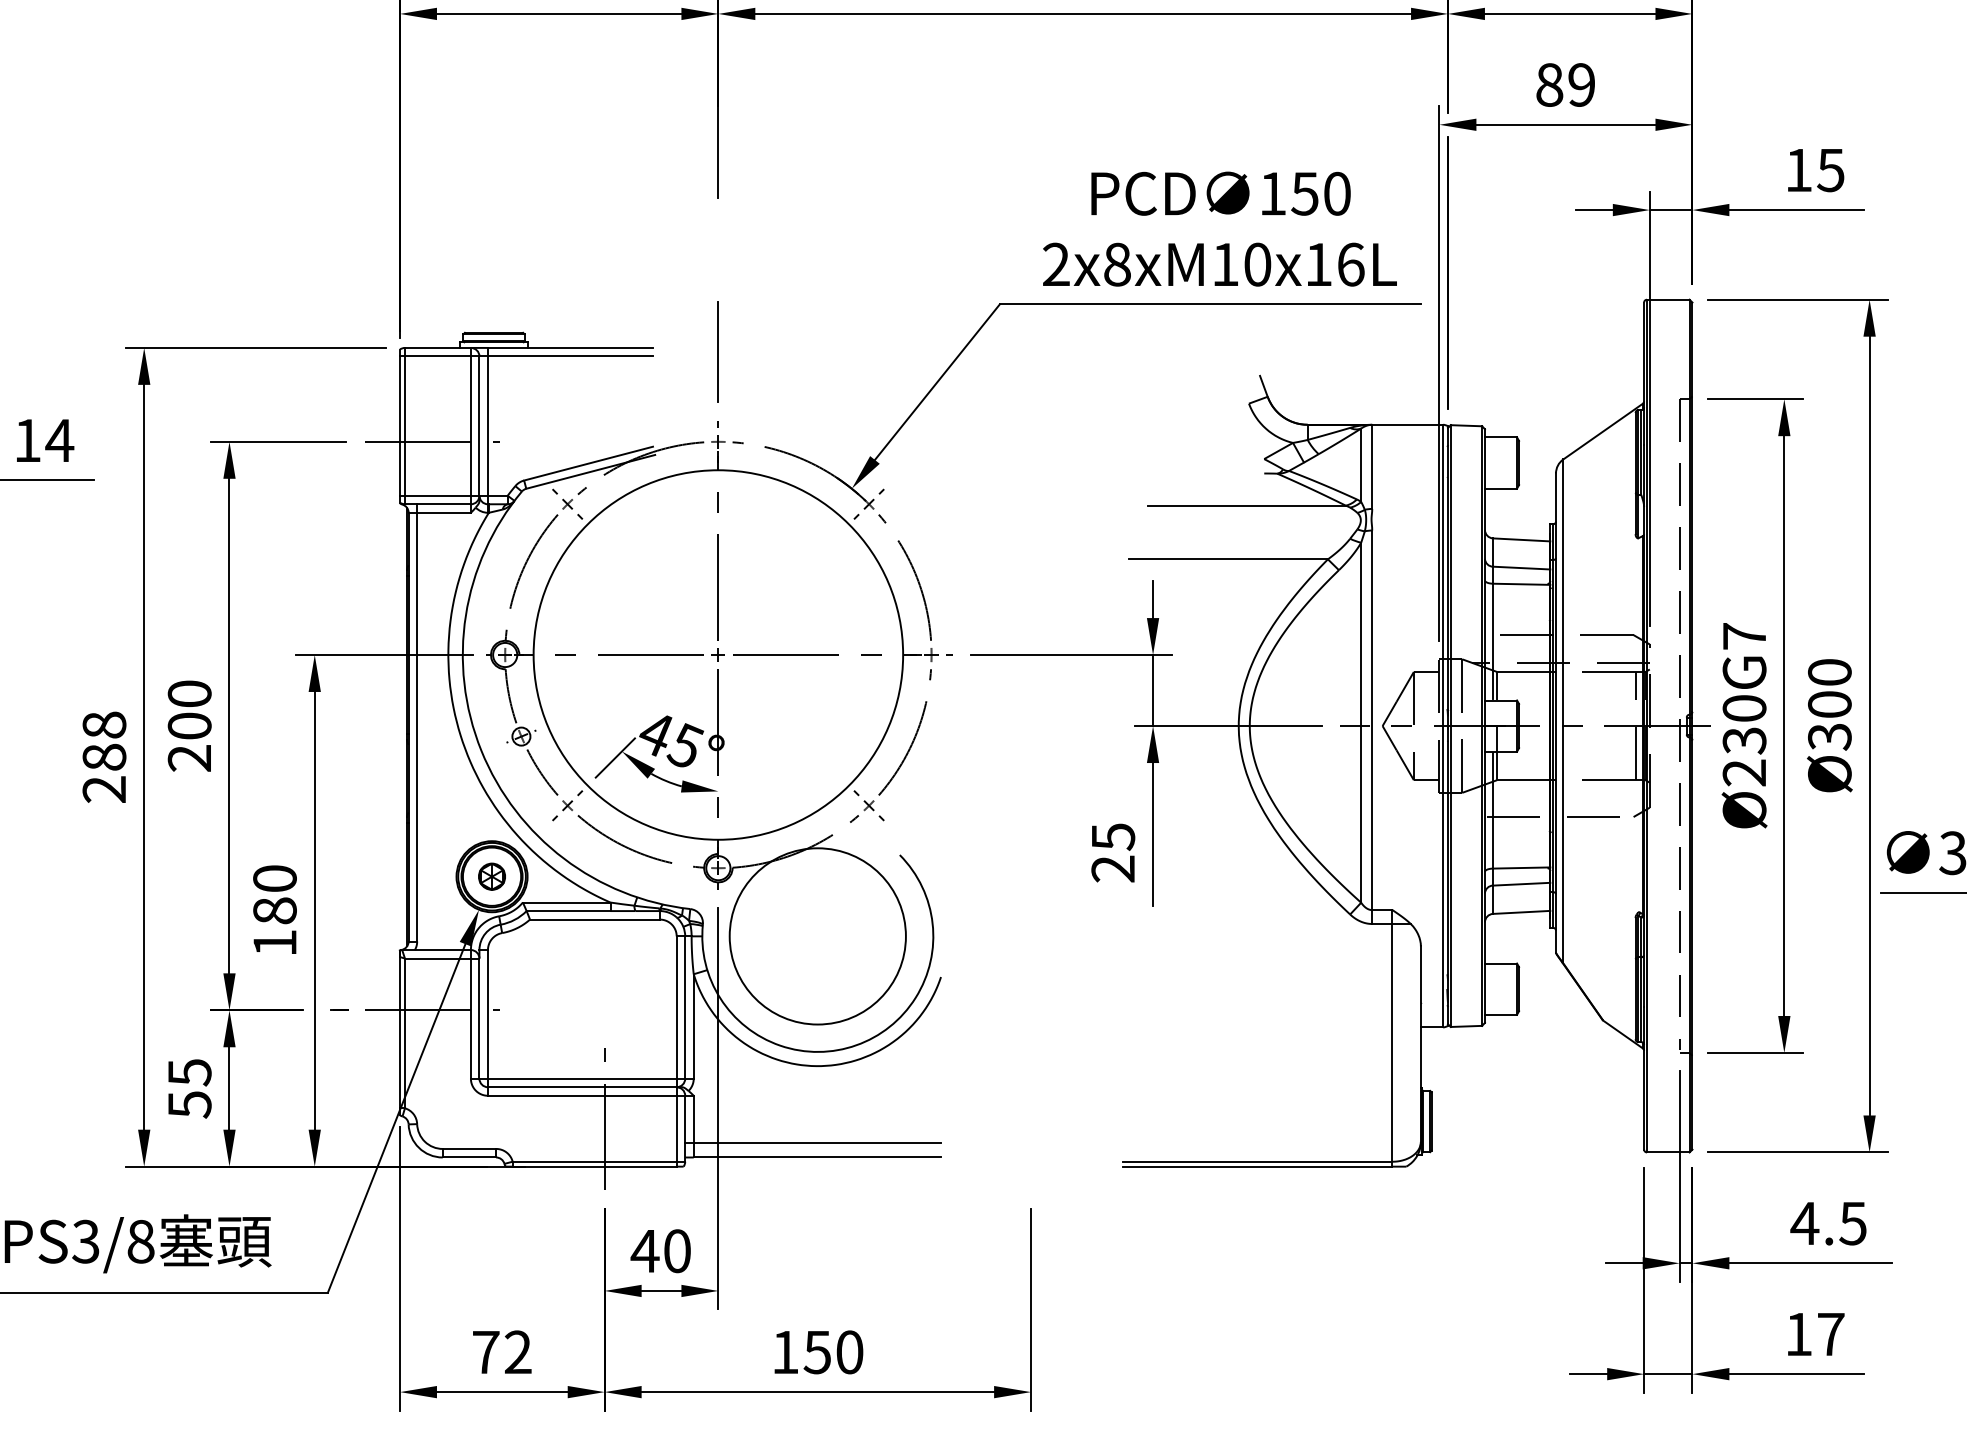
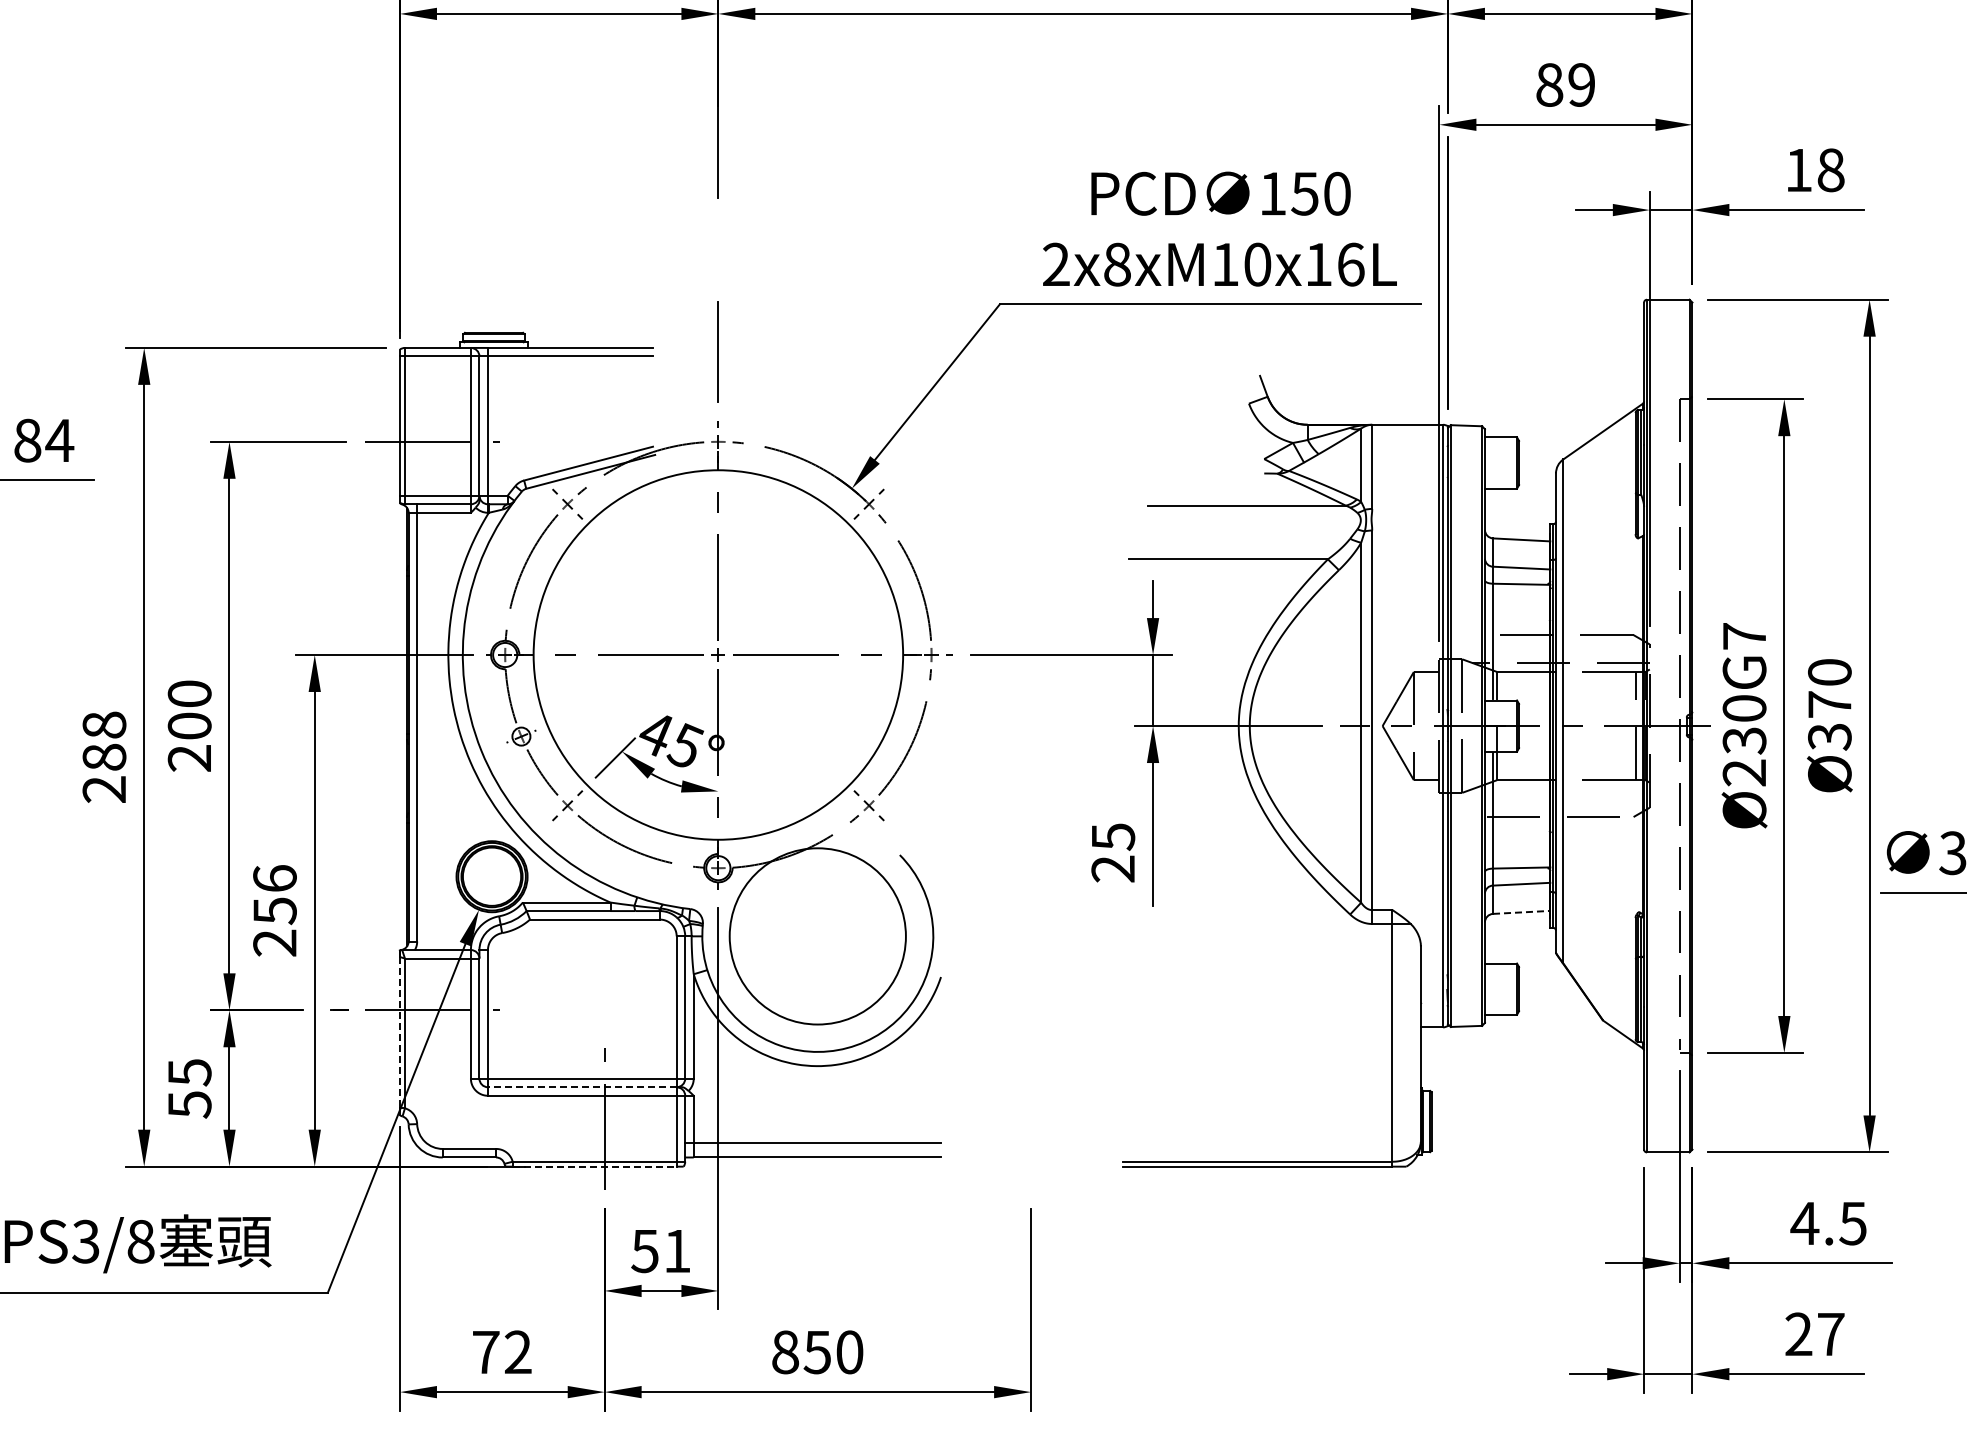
text at (1830, 170): 15 -> 18
text at (27, 440): 14 -> 84
text at (1829, 704): Ø300 -> Ø370
part at (491, 876): present -> none
text at (274, 910): 180 -> 256
line at (1521, 912): solid -> dashed
line at (400, 1032): solid -> dashed
line at (581, 1087): solid -> dashed
line at (594, 1166): solid -> dashed
text at (660, 1251): 40 -> 51
text at (1798, 1333): 17 -> 27
text at (785, 1352): 150 -> 850
